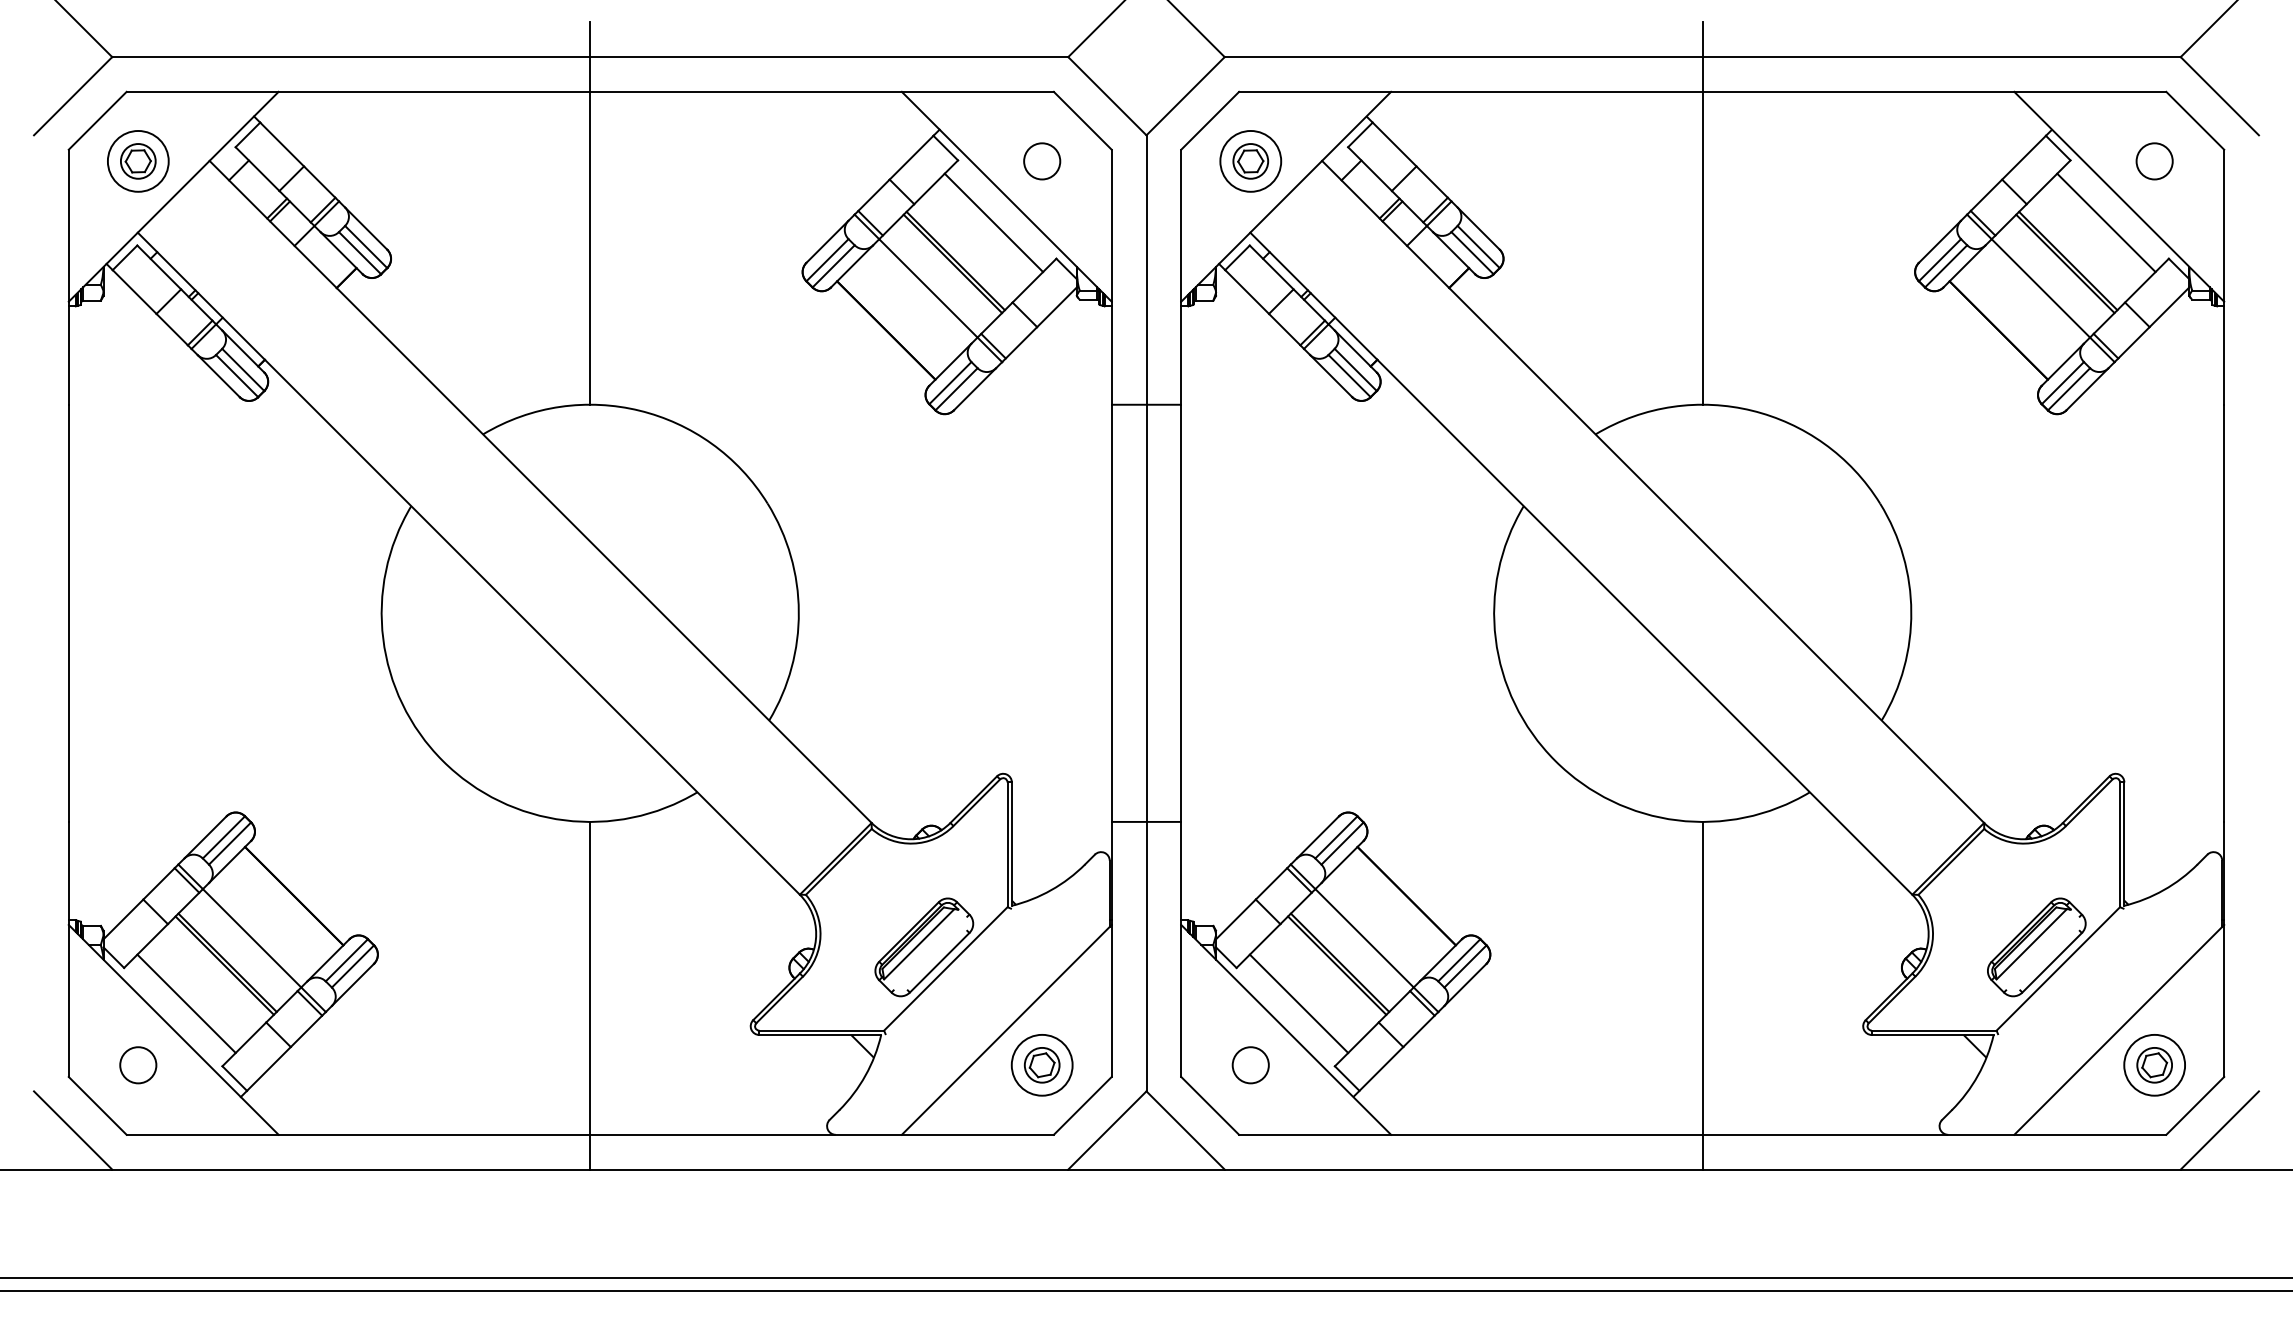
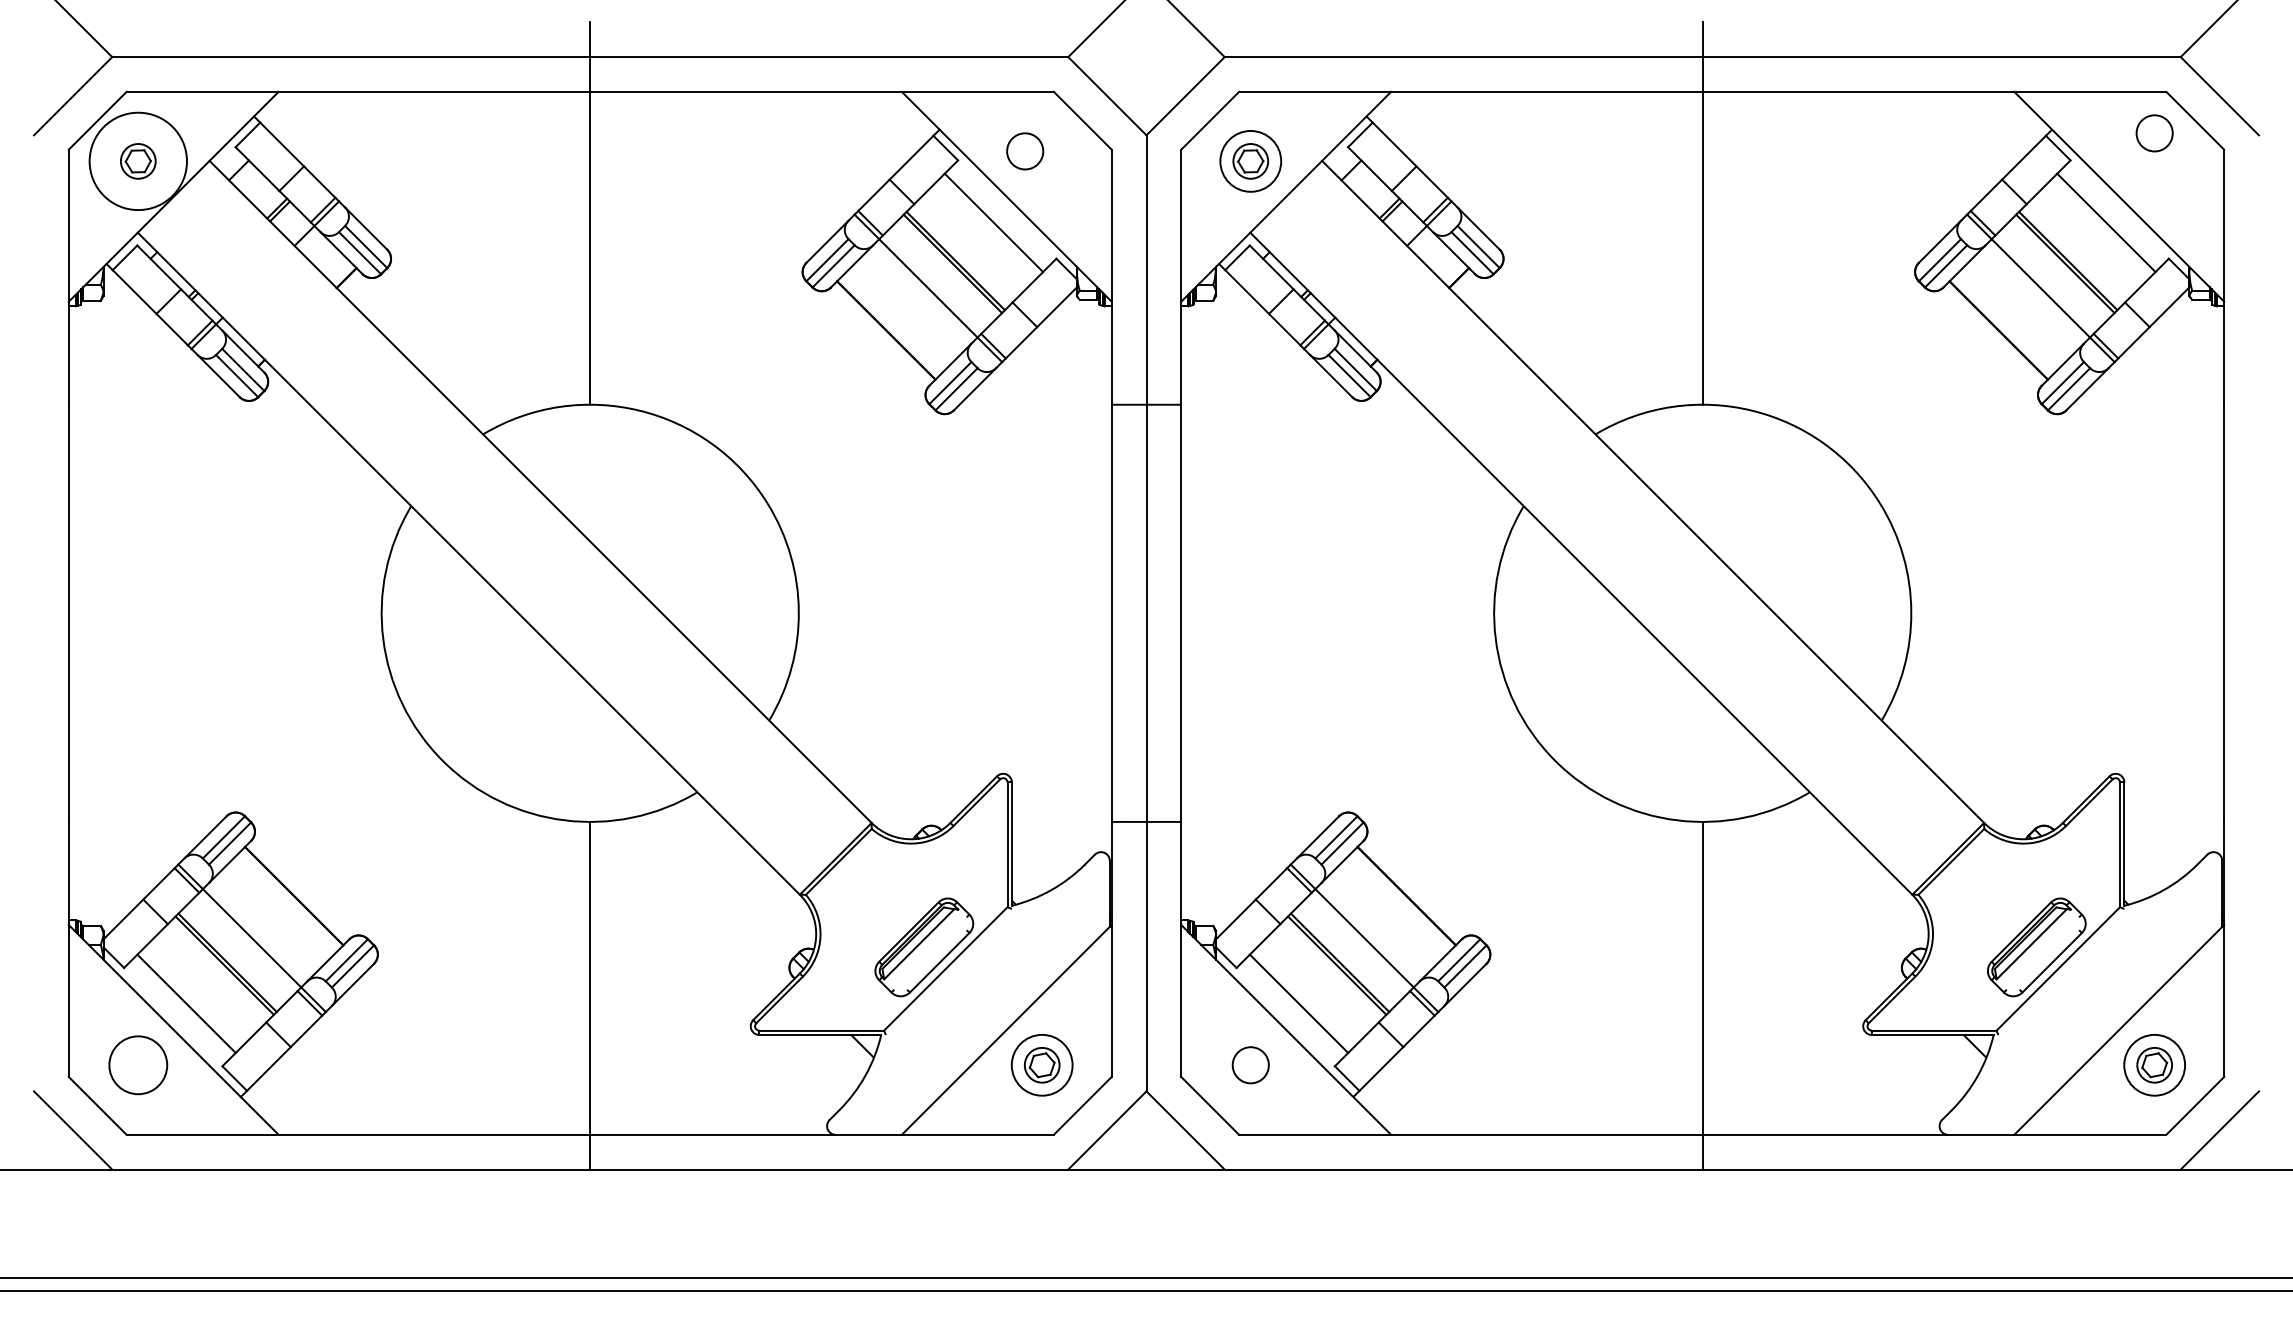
circle at (137, 160) diameter: 61 px -> 97 px
circle at (1042, 161) position: (1042, 161) -> (1025, 151)
circle at (2154, 161) position: (2154, 161) -> (2154, 133)
circle at (138, 1065) diameter: 36 px -> 58 px
